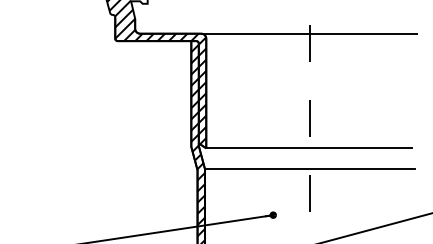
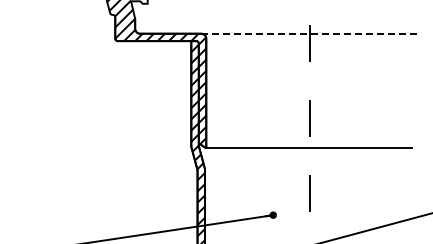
line at (310, 33): solid -> dashed
line at (309, 169): present -> none
